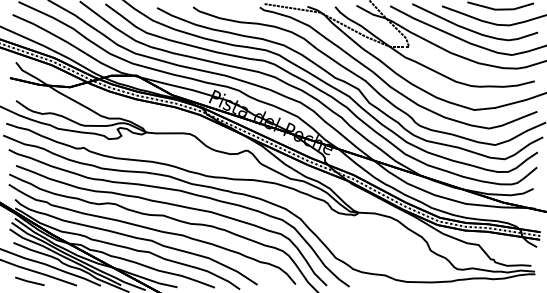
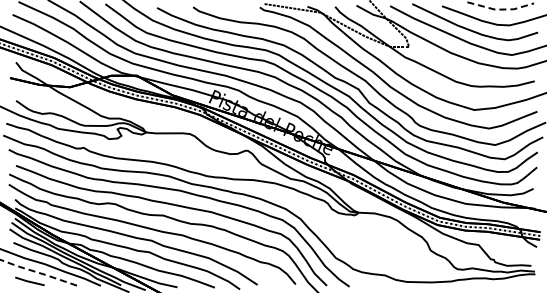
line at (501, 9): solid -> dashed
line at (38, 272): solid -> dashed
